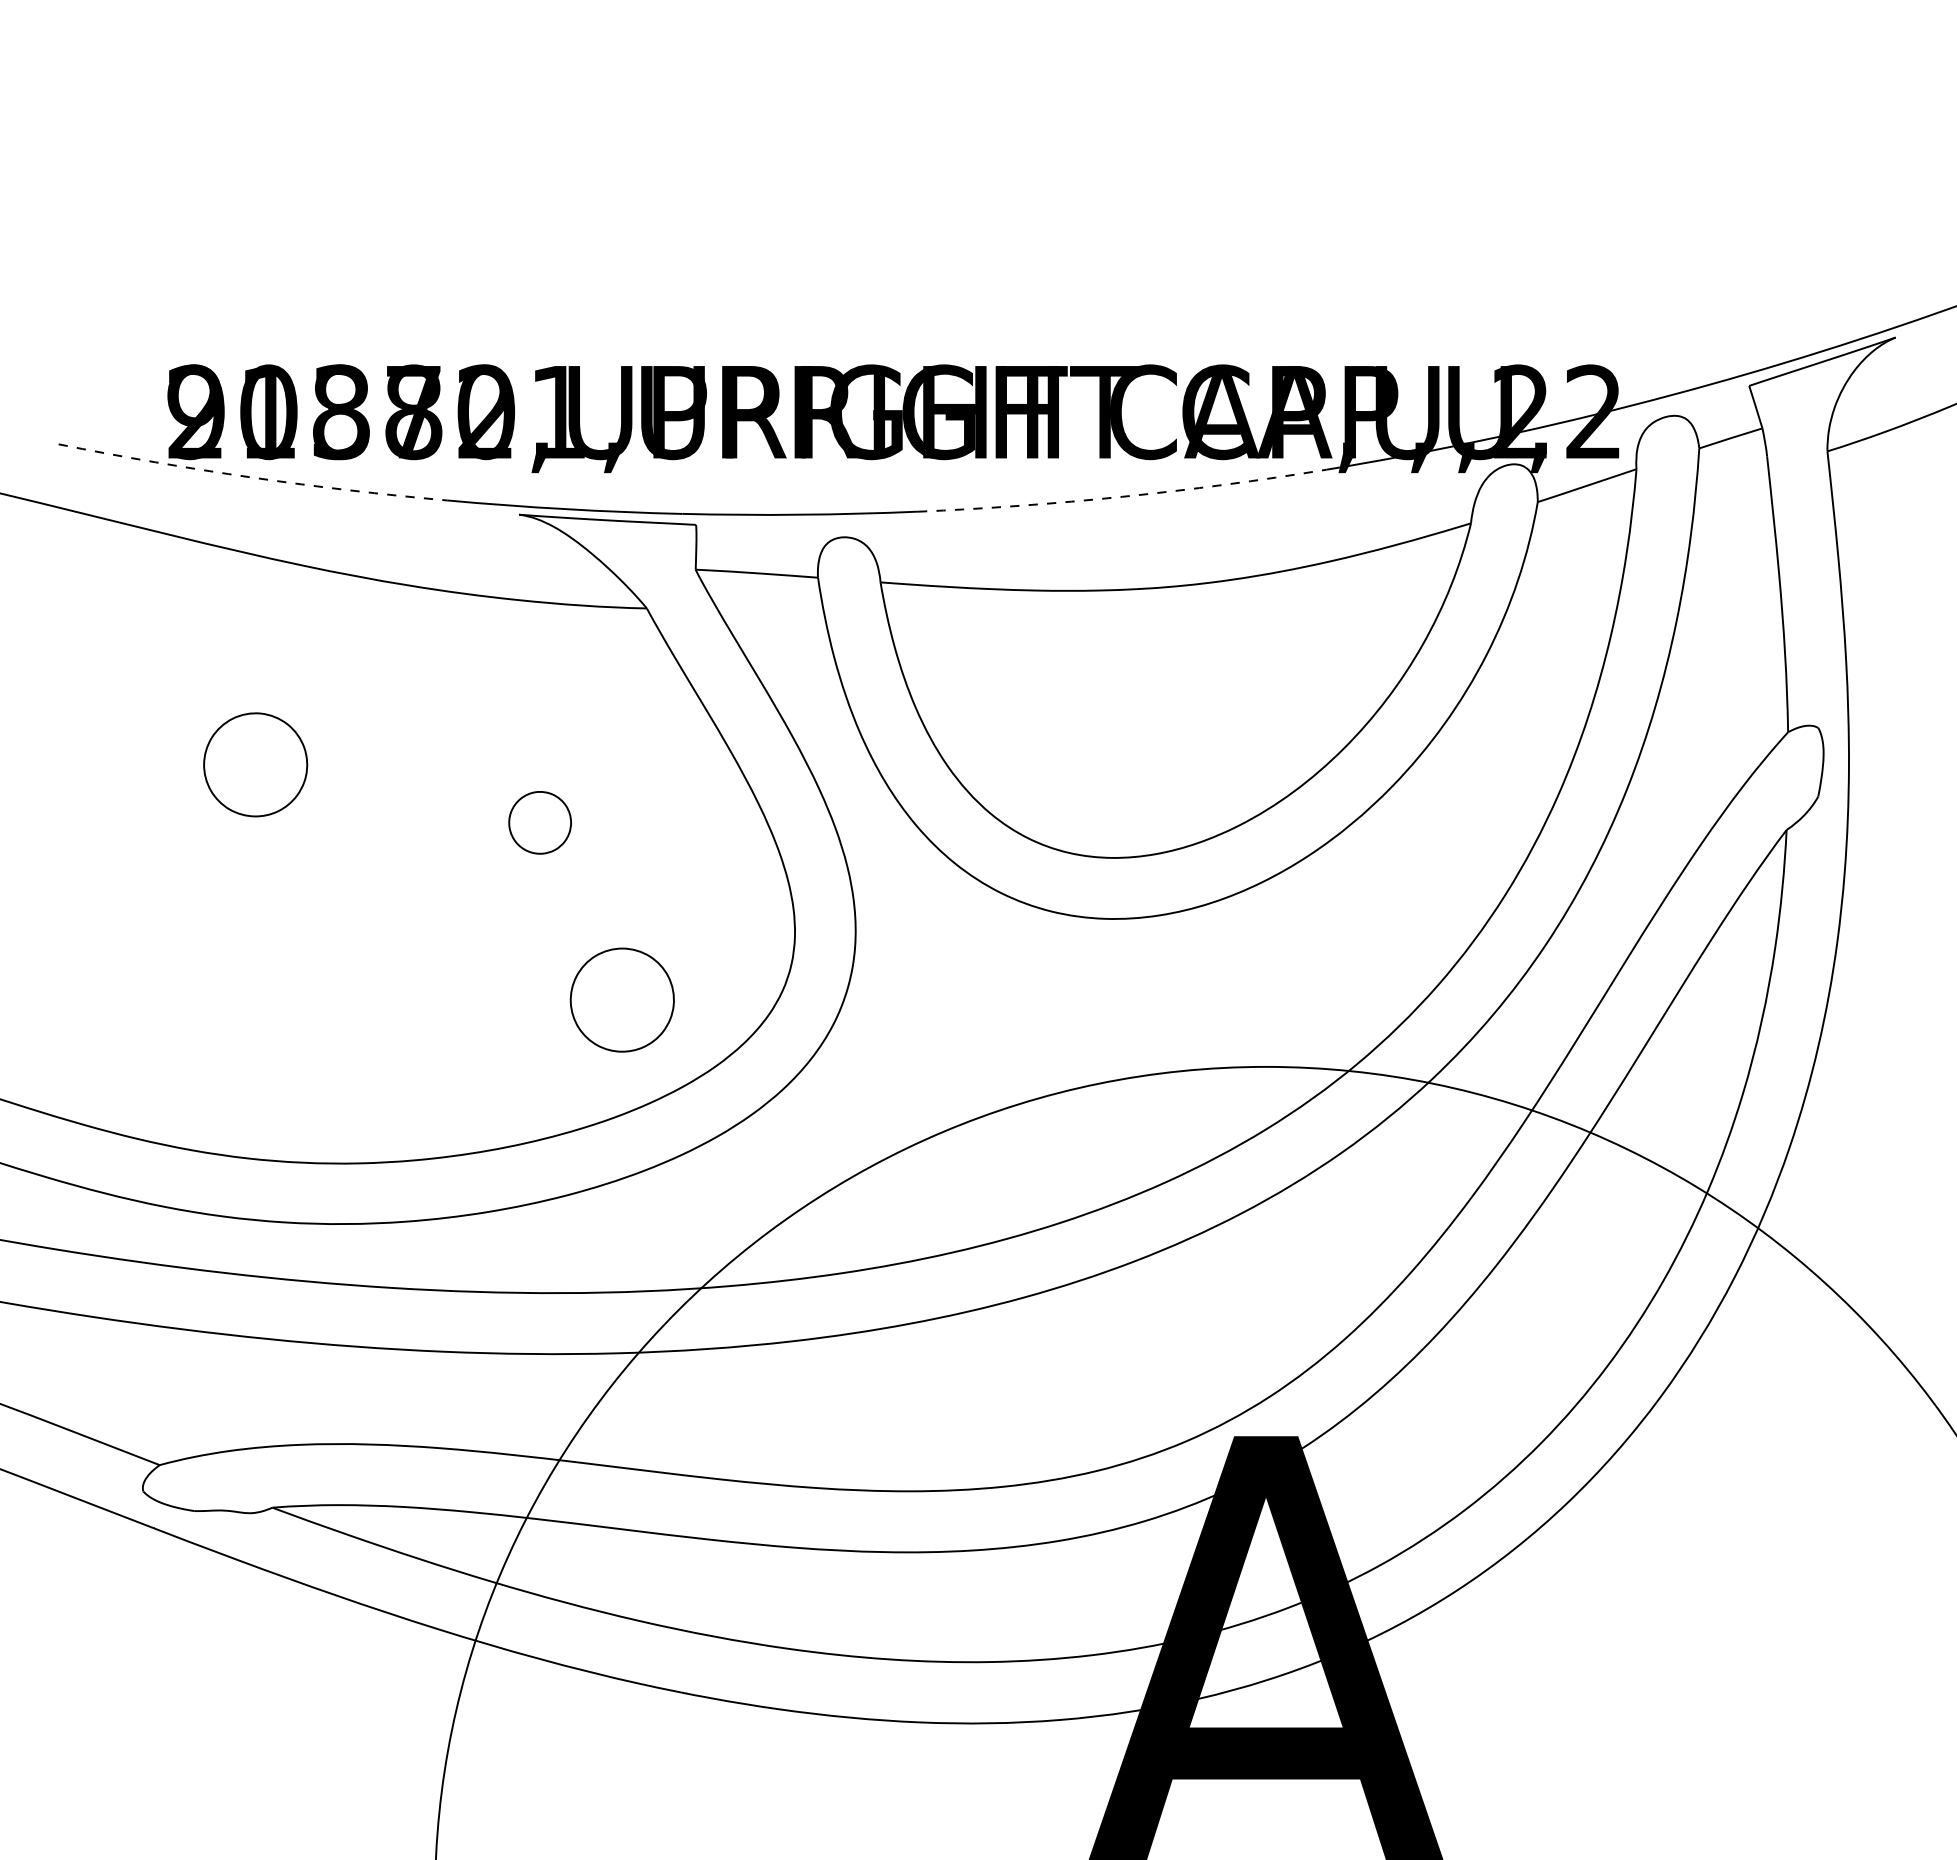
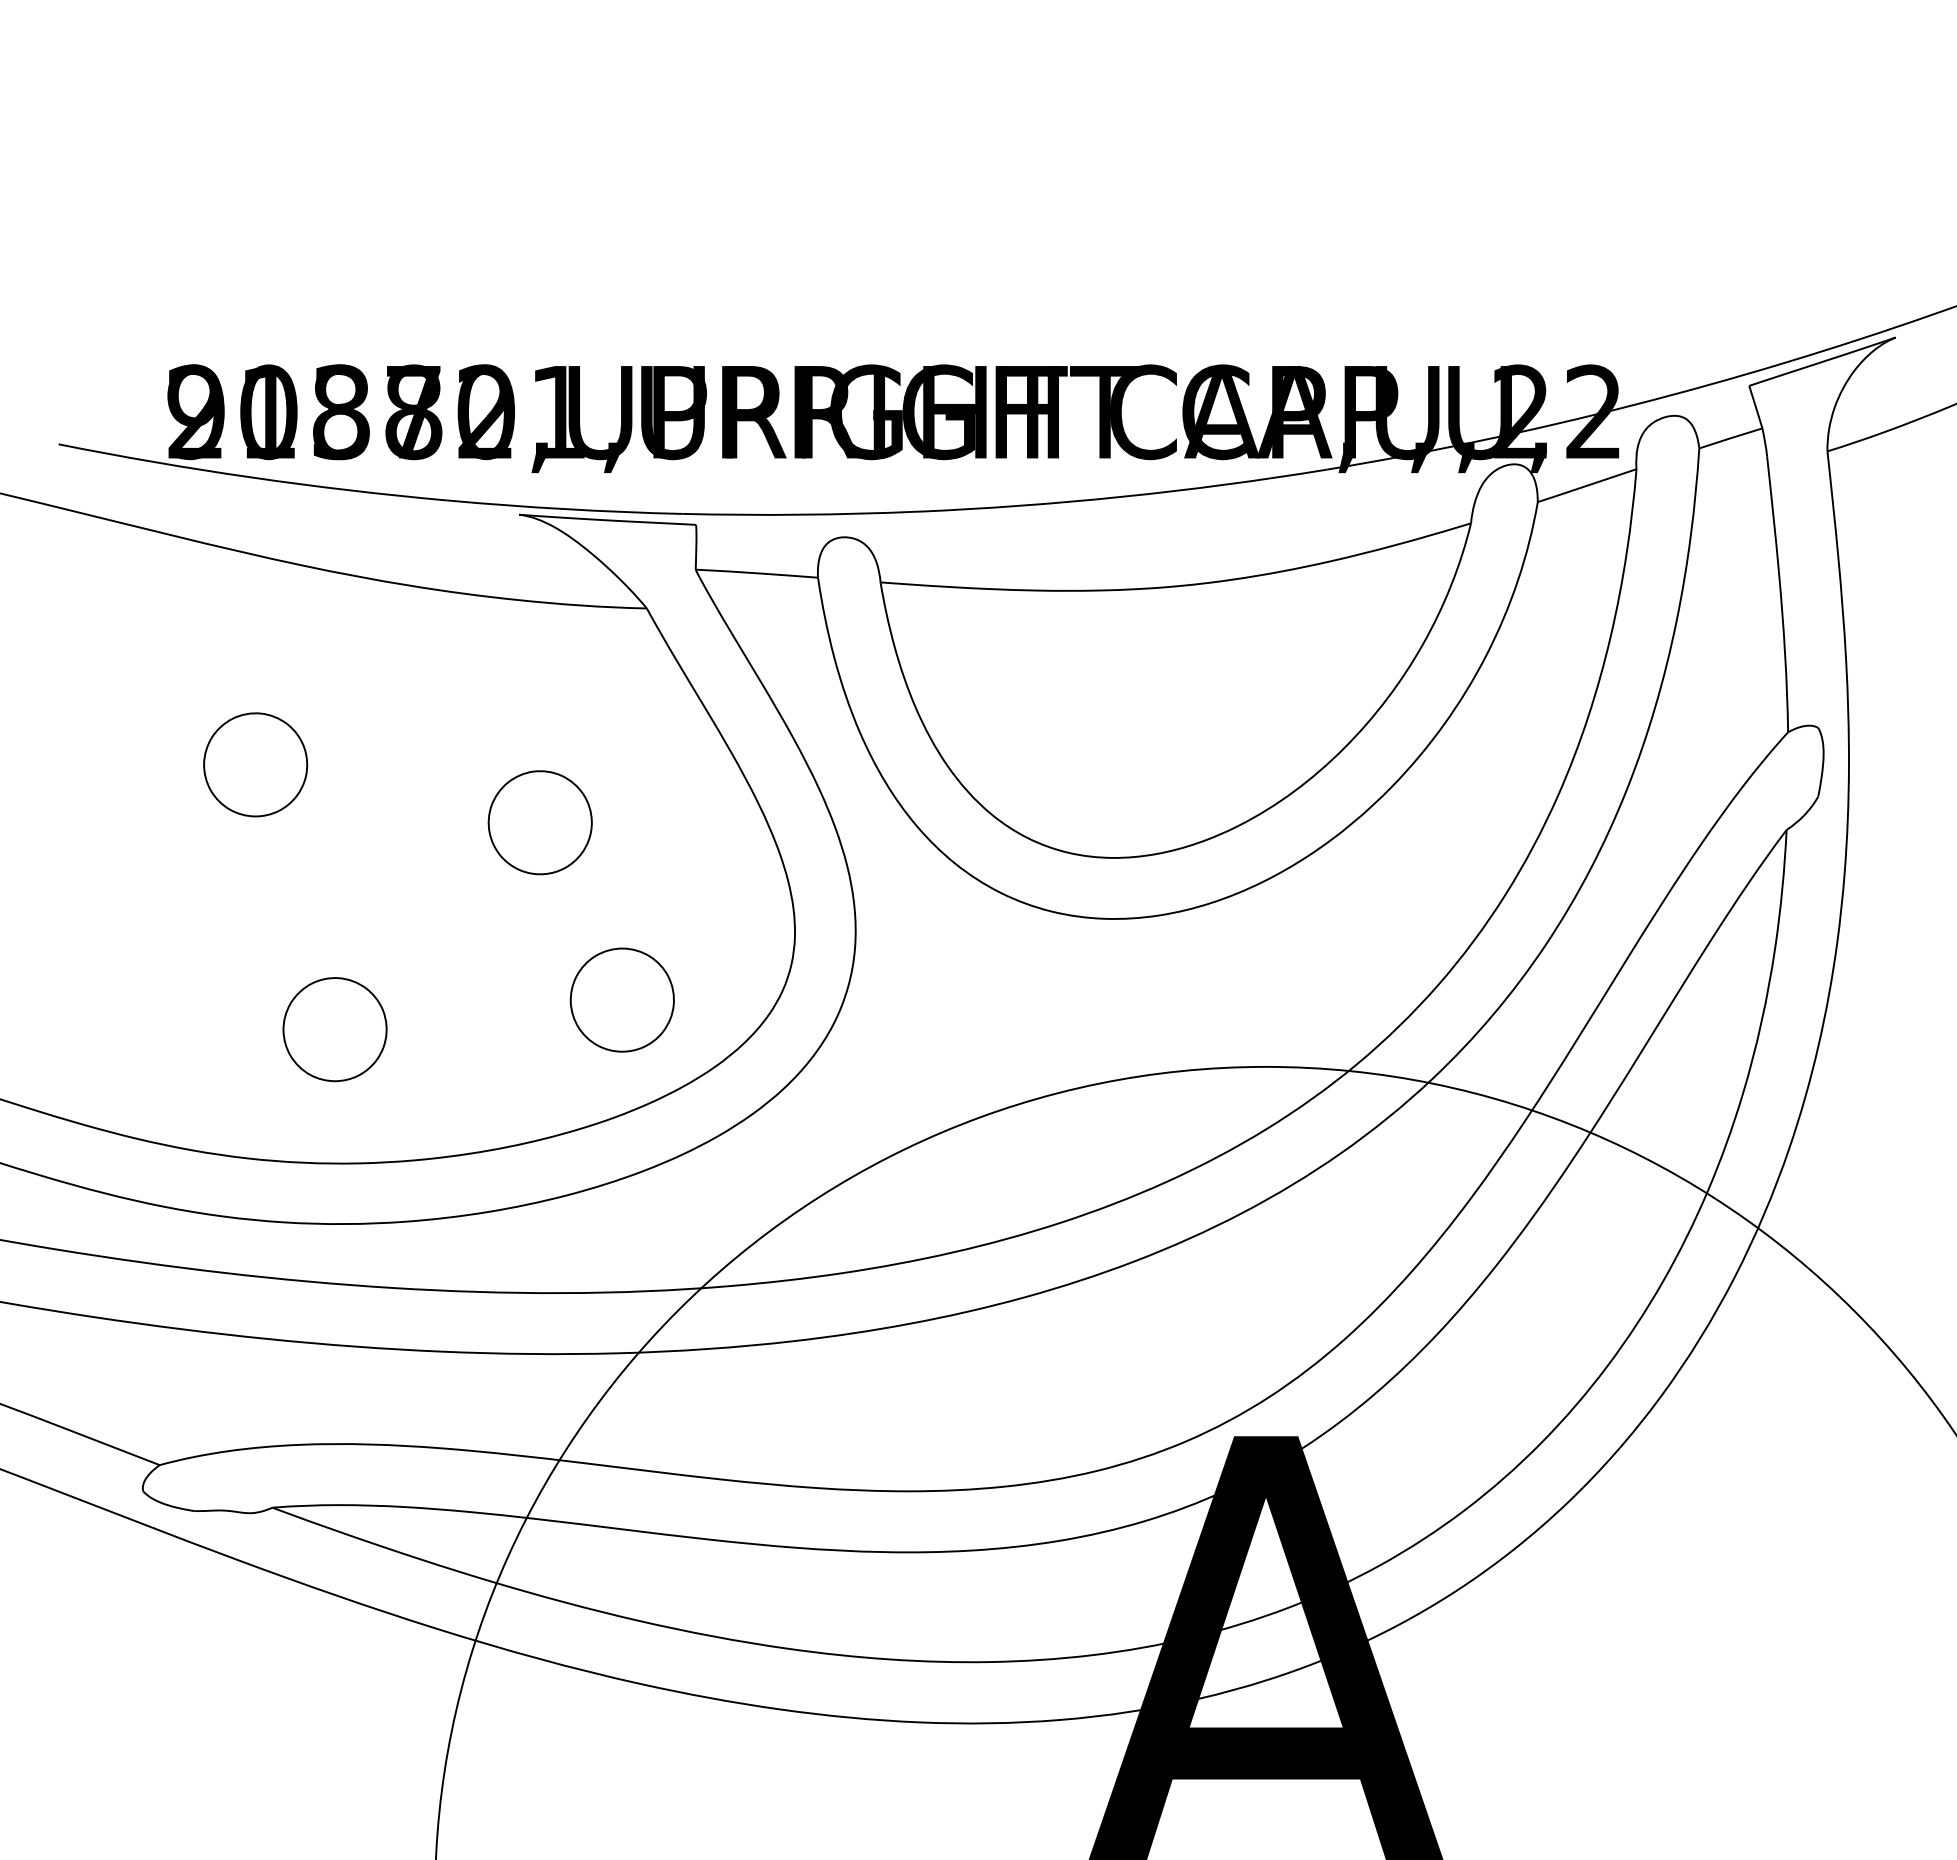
arc at (252, 477): dashed -> solid
arc at (1122, 496): dashed -> solid
part at (539, 822) size: 64x64 px -> 106x106 px
part at (334, 1029): none -> present
